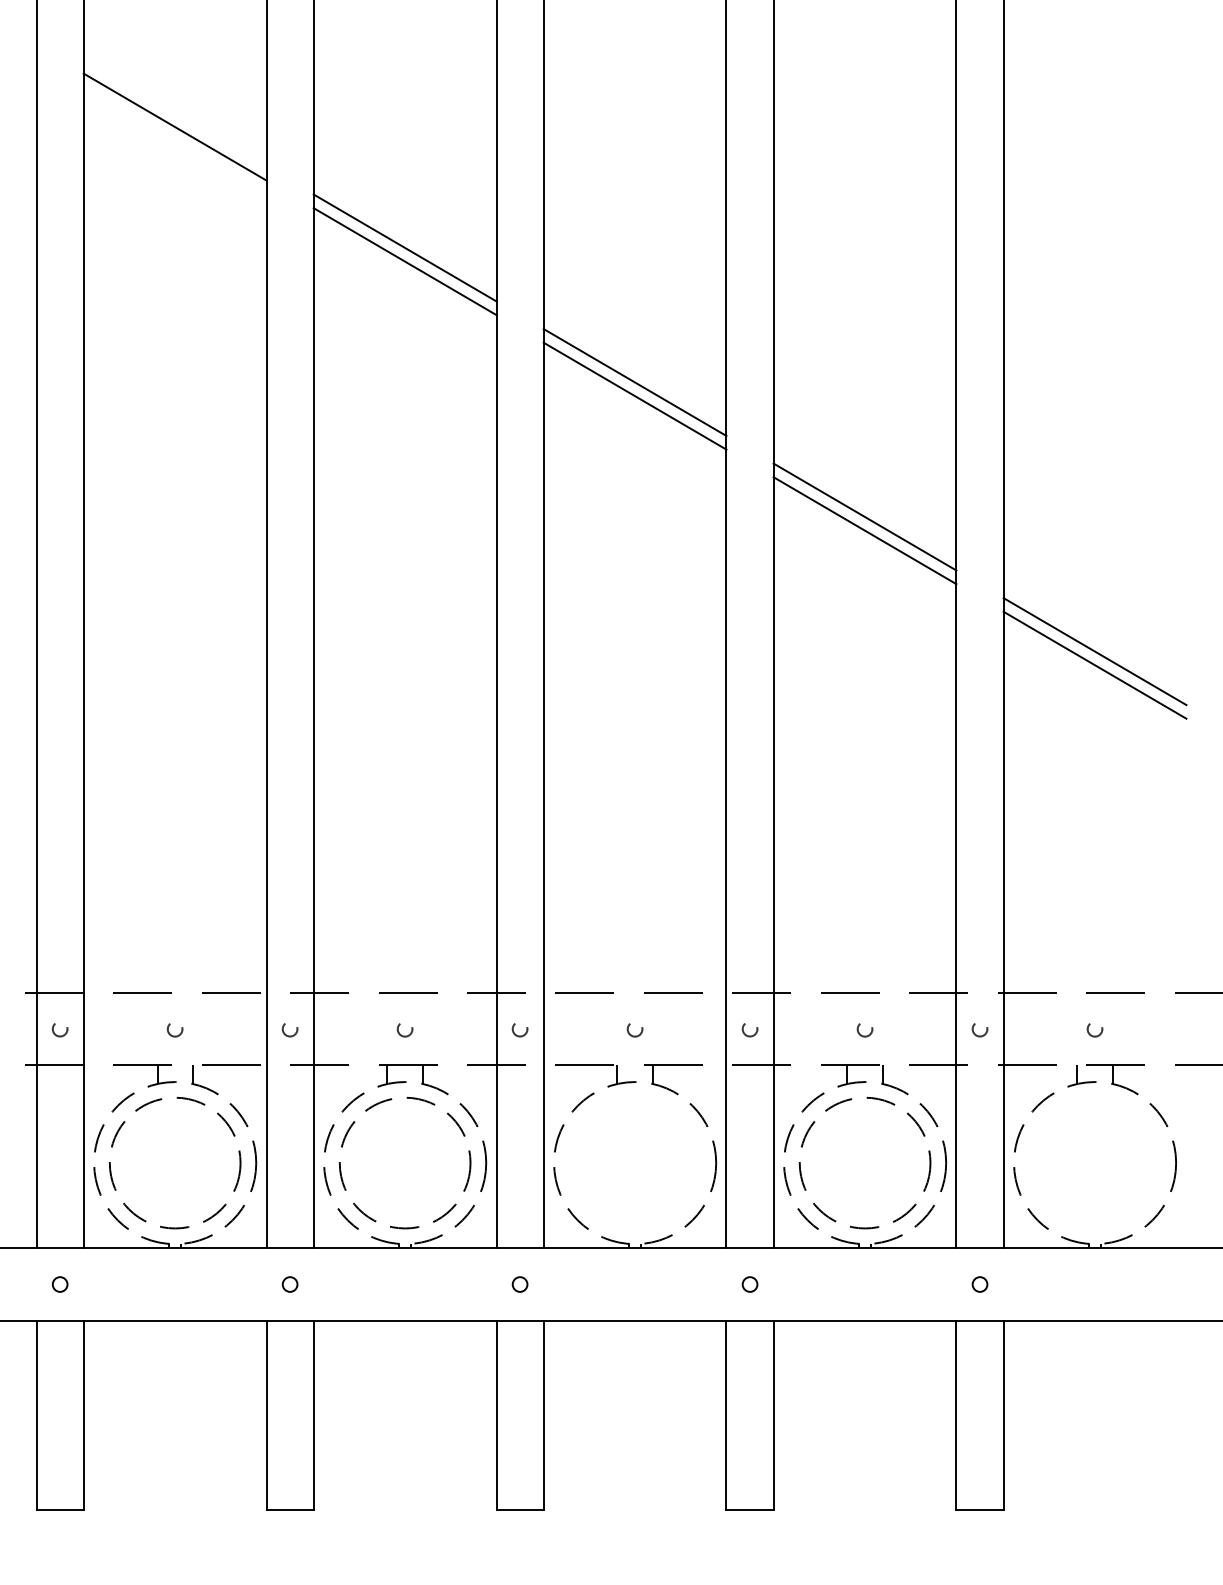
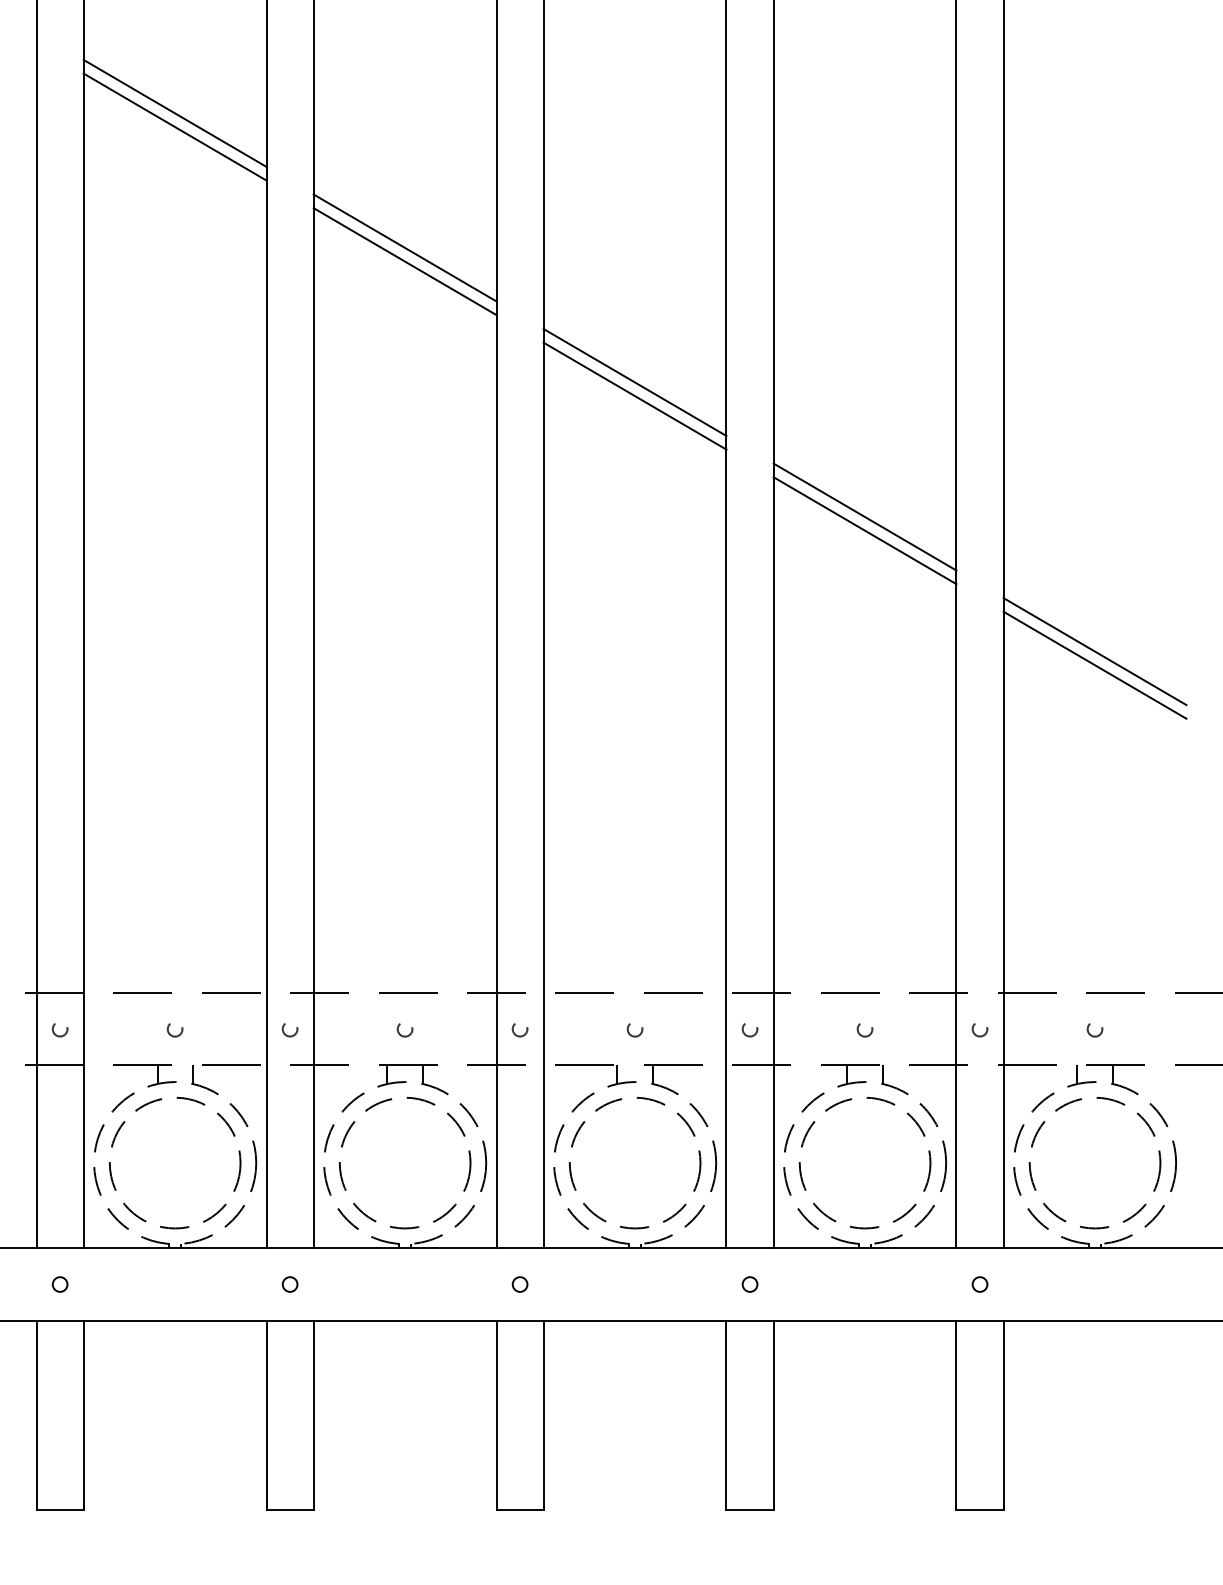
line at (174, 112): none -> present
circle at (634, 1162): none -> present
circle at (1094, 1163): none -> present
